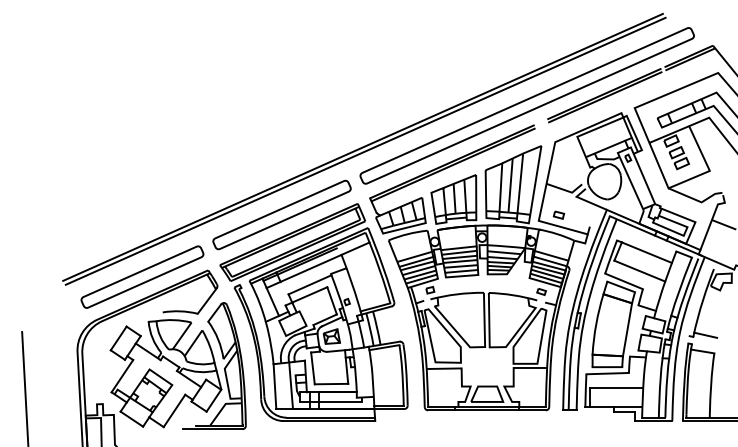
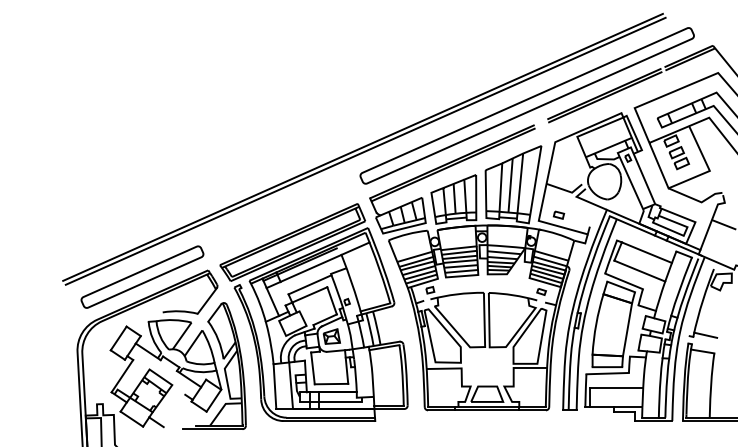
part at (281, 214): present -> none
line at (25, 387): present -> none
line at (174, 410): present -> none
